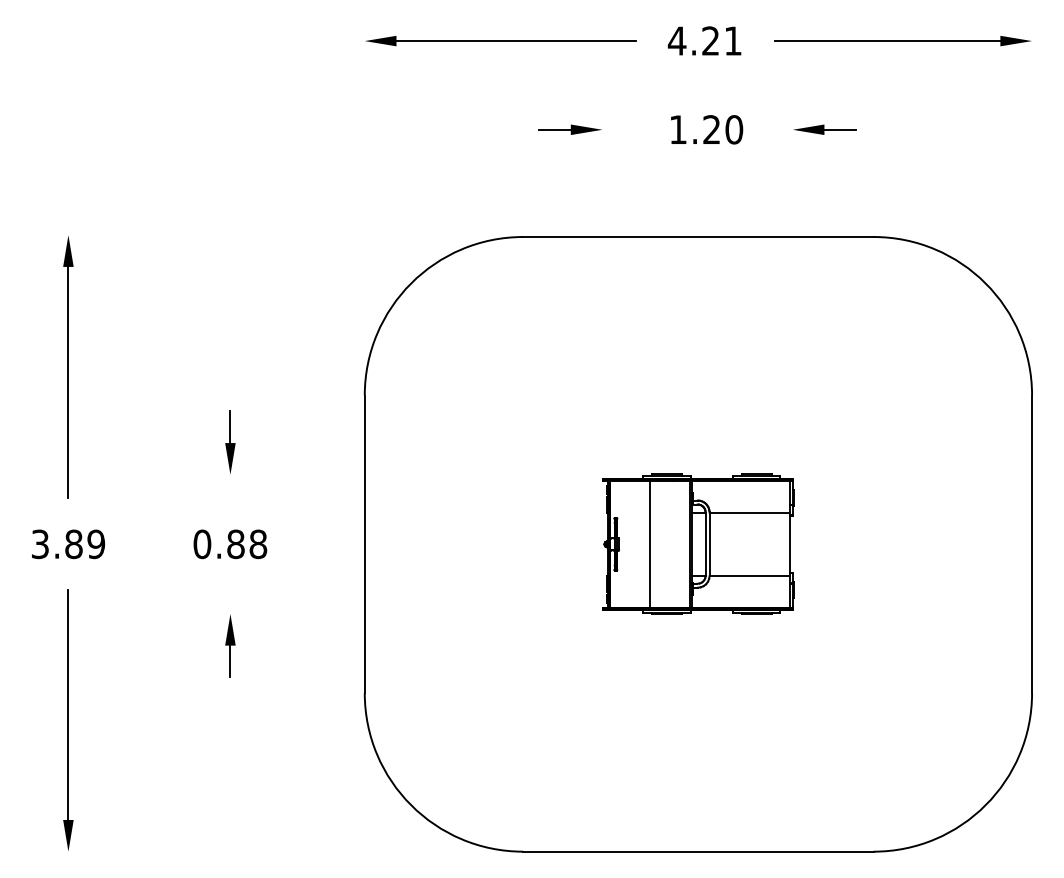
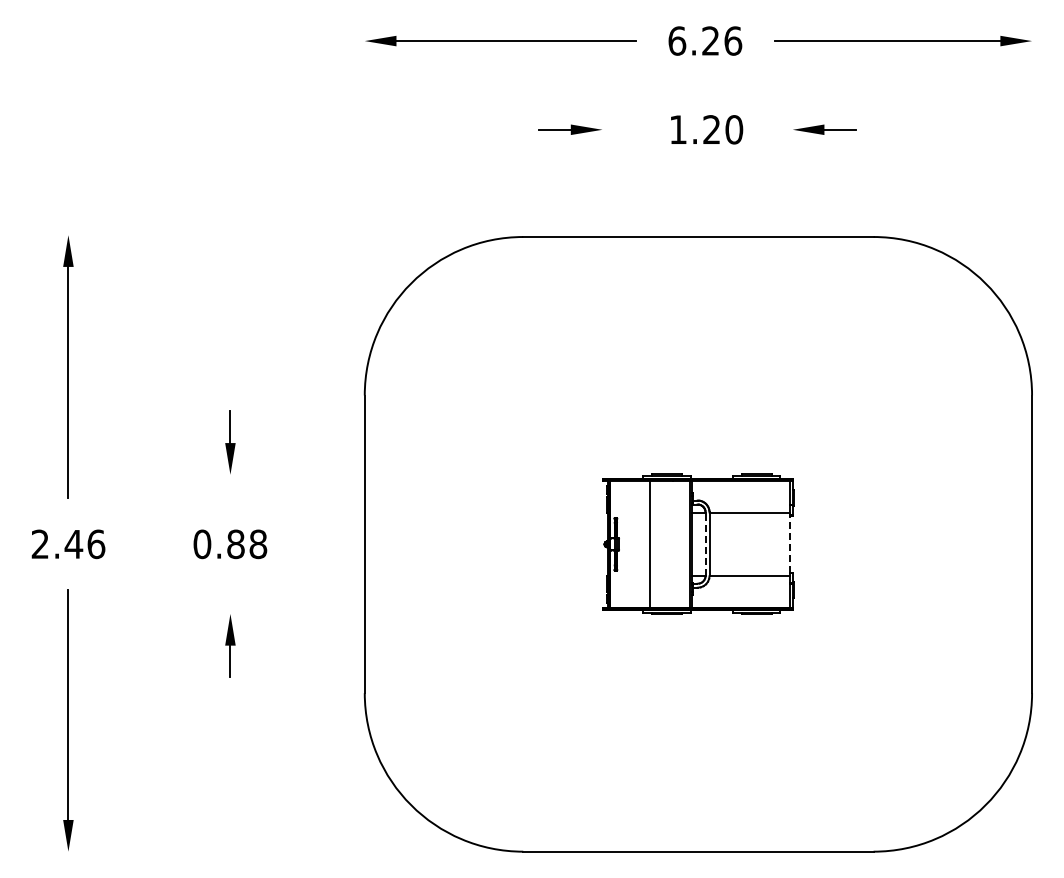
text at (704, 40): 4.21 -> 6.26
text at (68, 544): 3.89 -> 2.46
line at (705, 544): solid -> dashed
line at (790, 544): solid -> dashed
